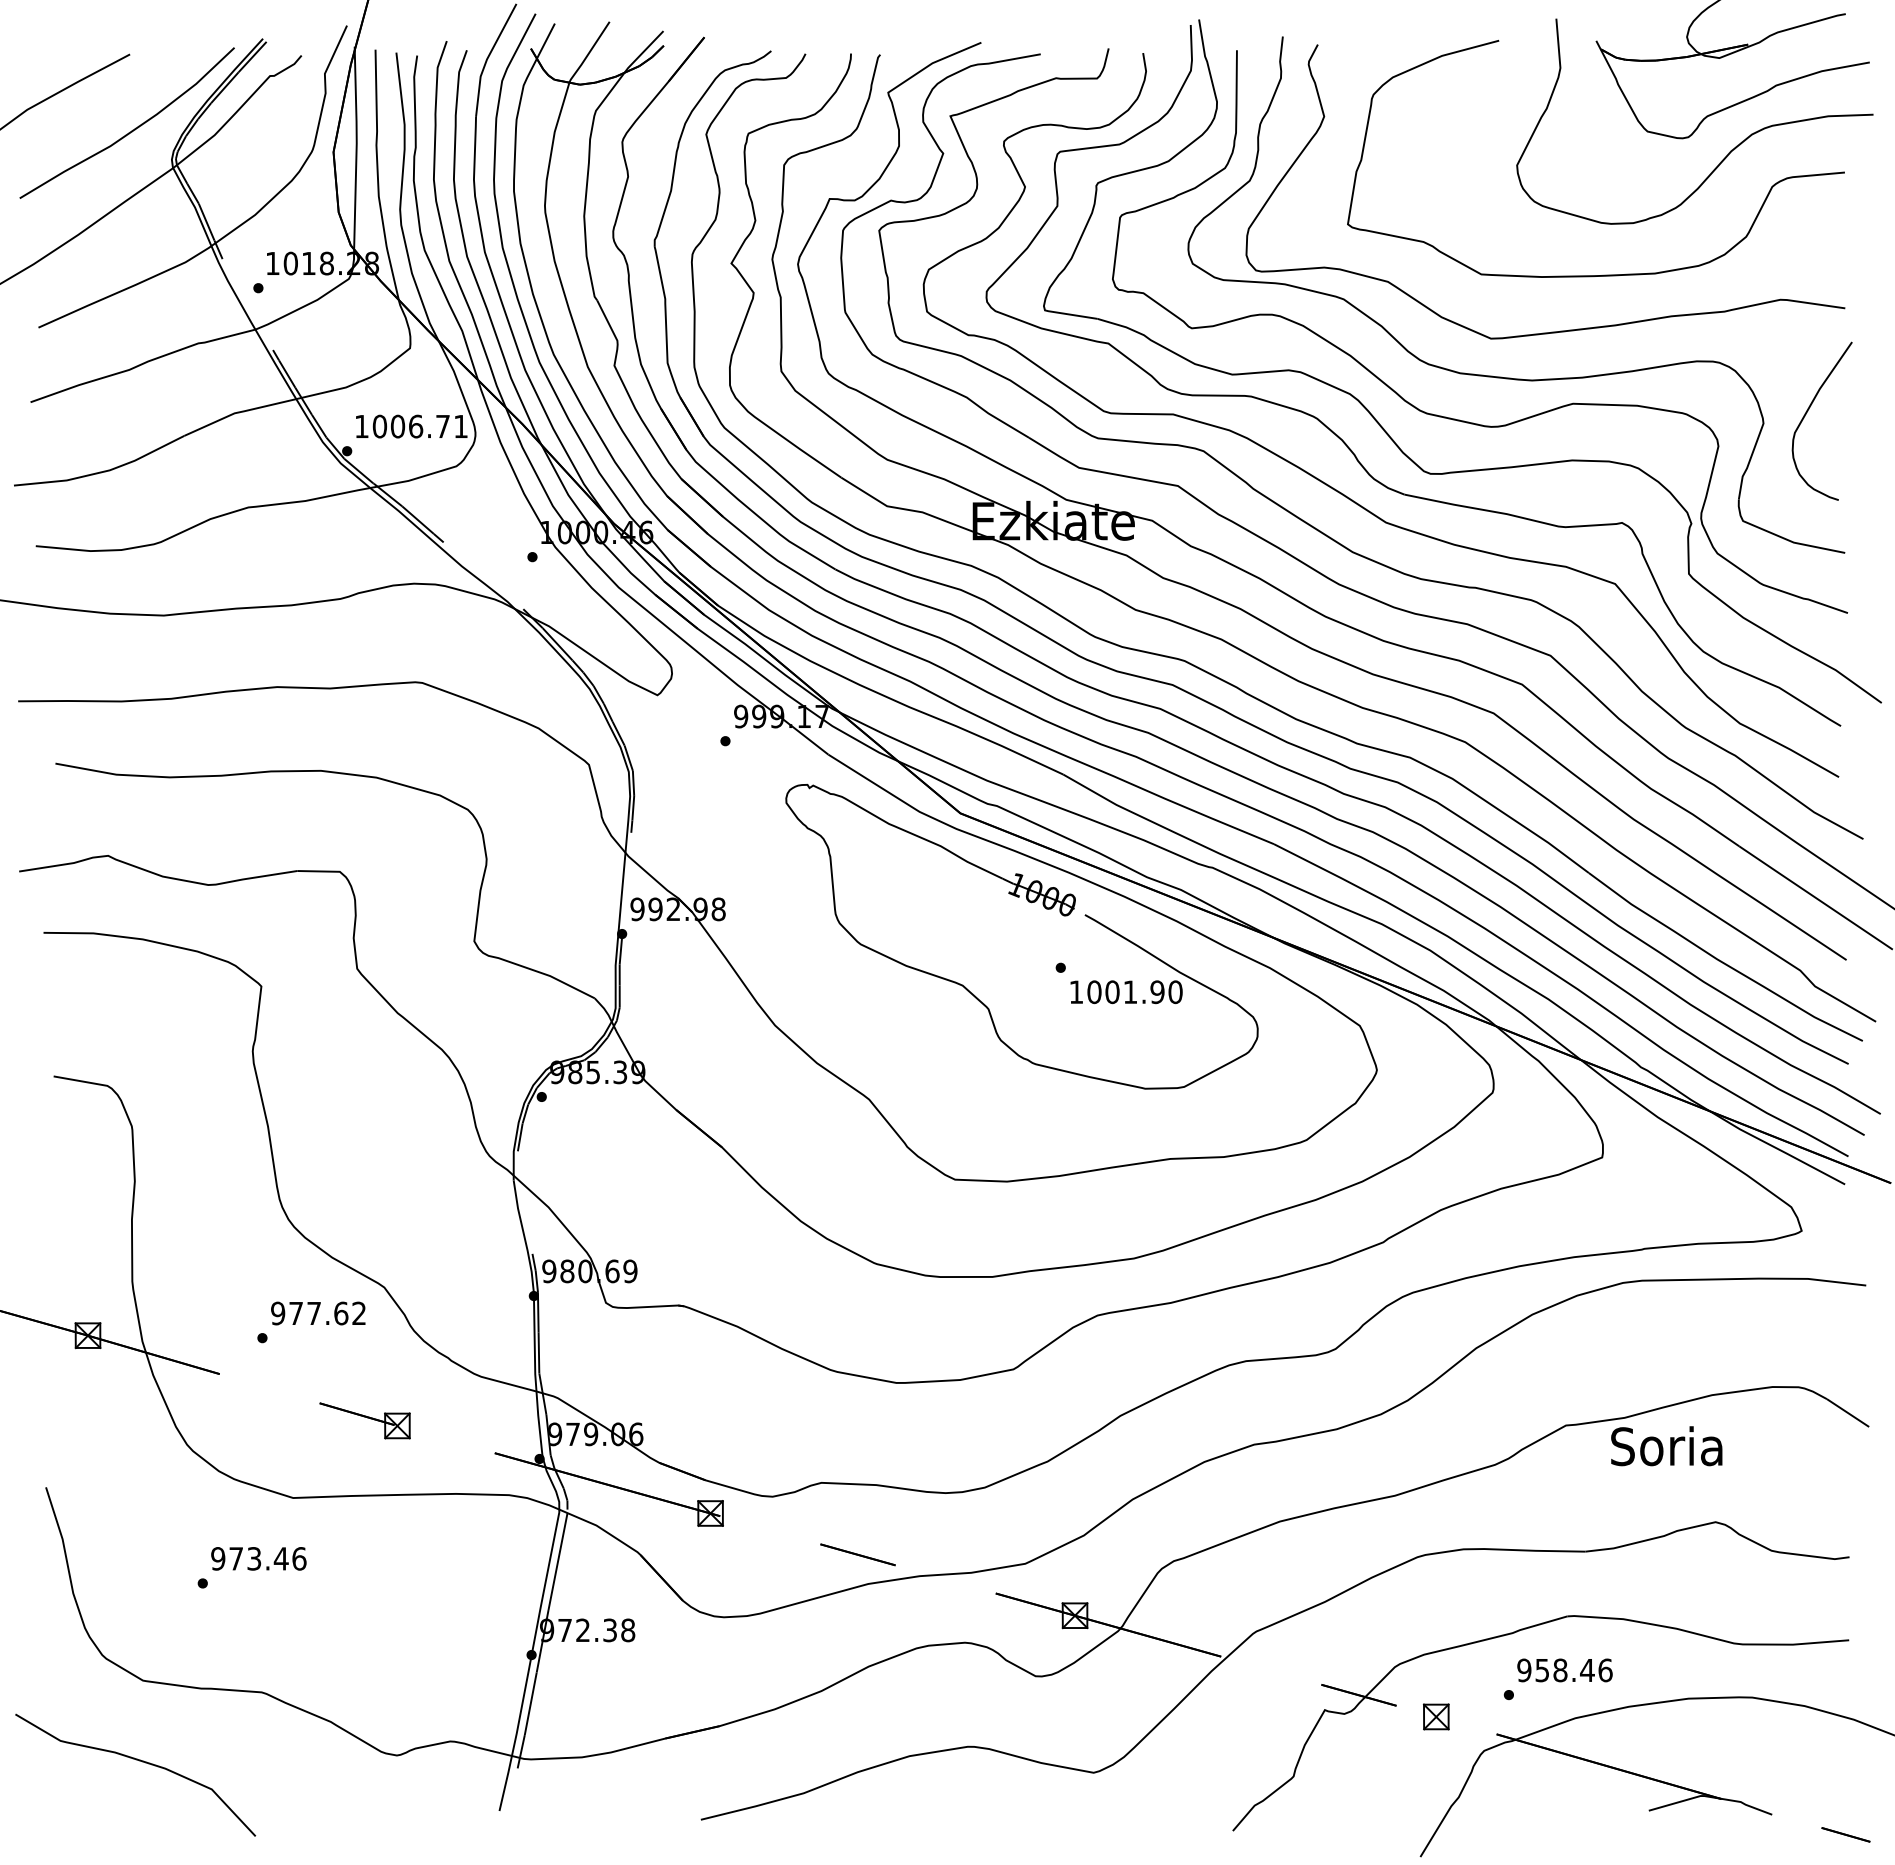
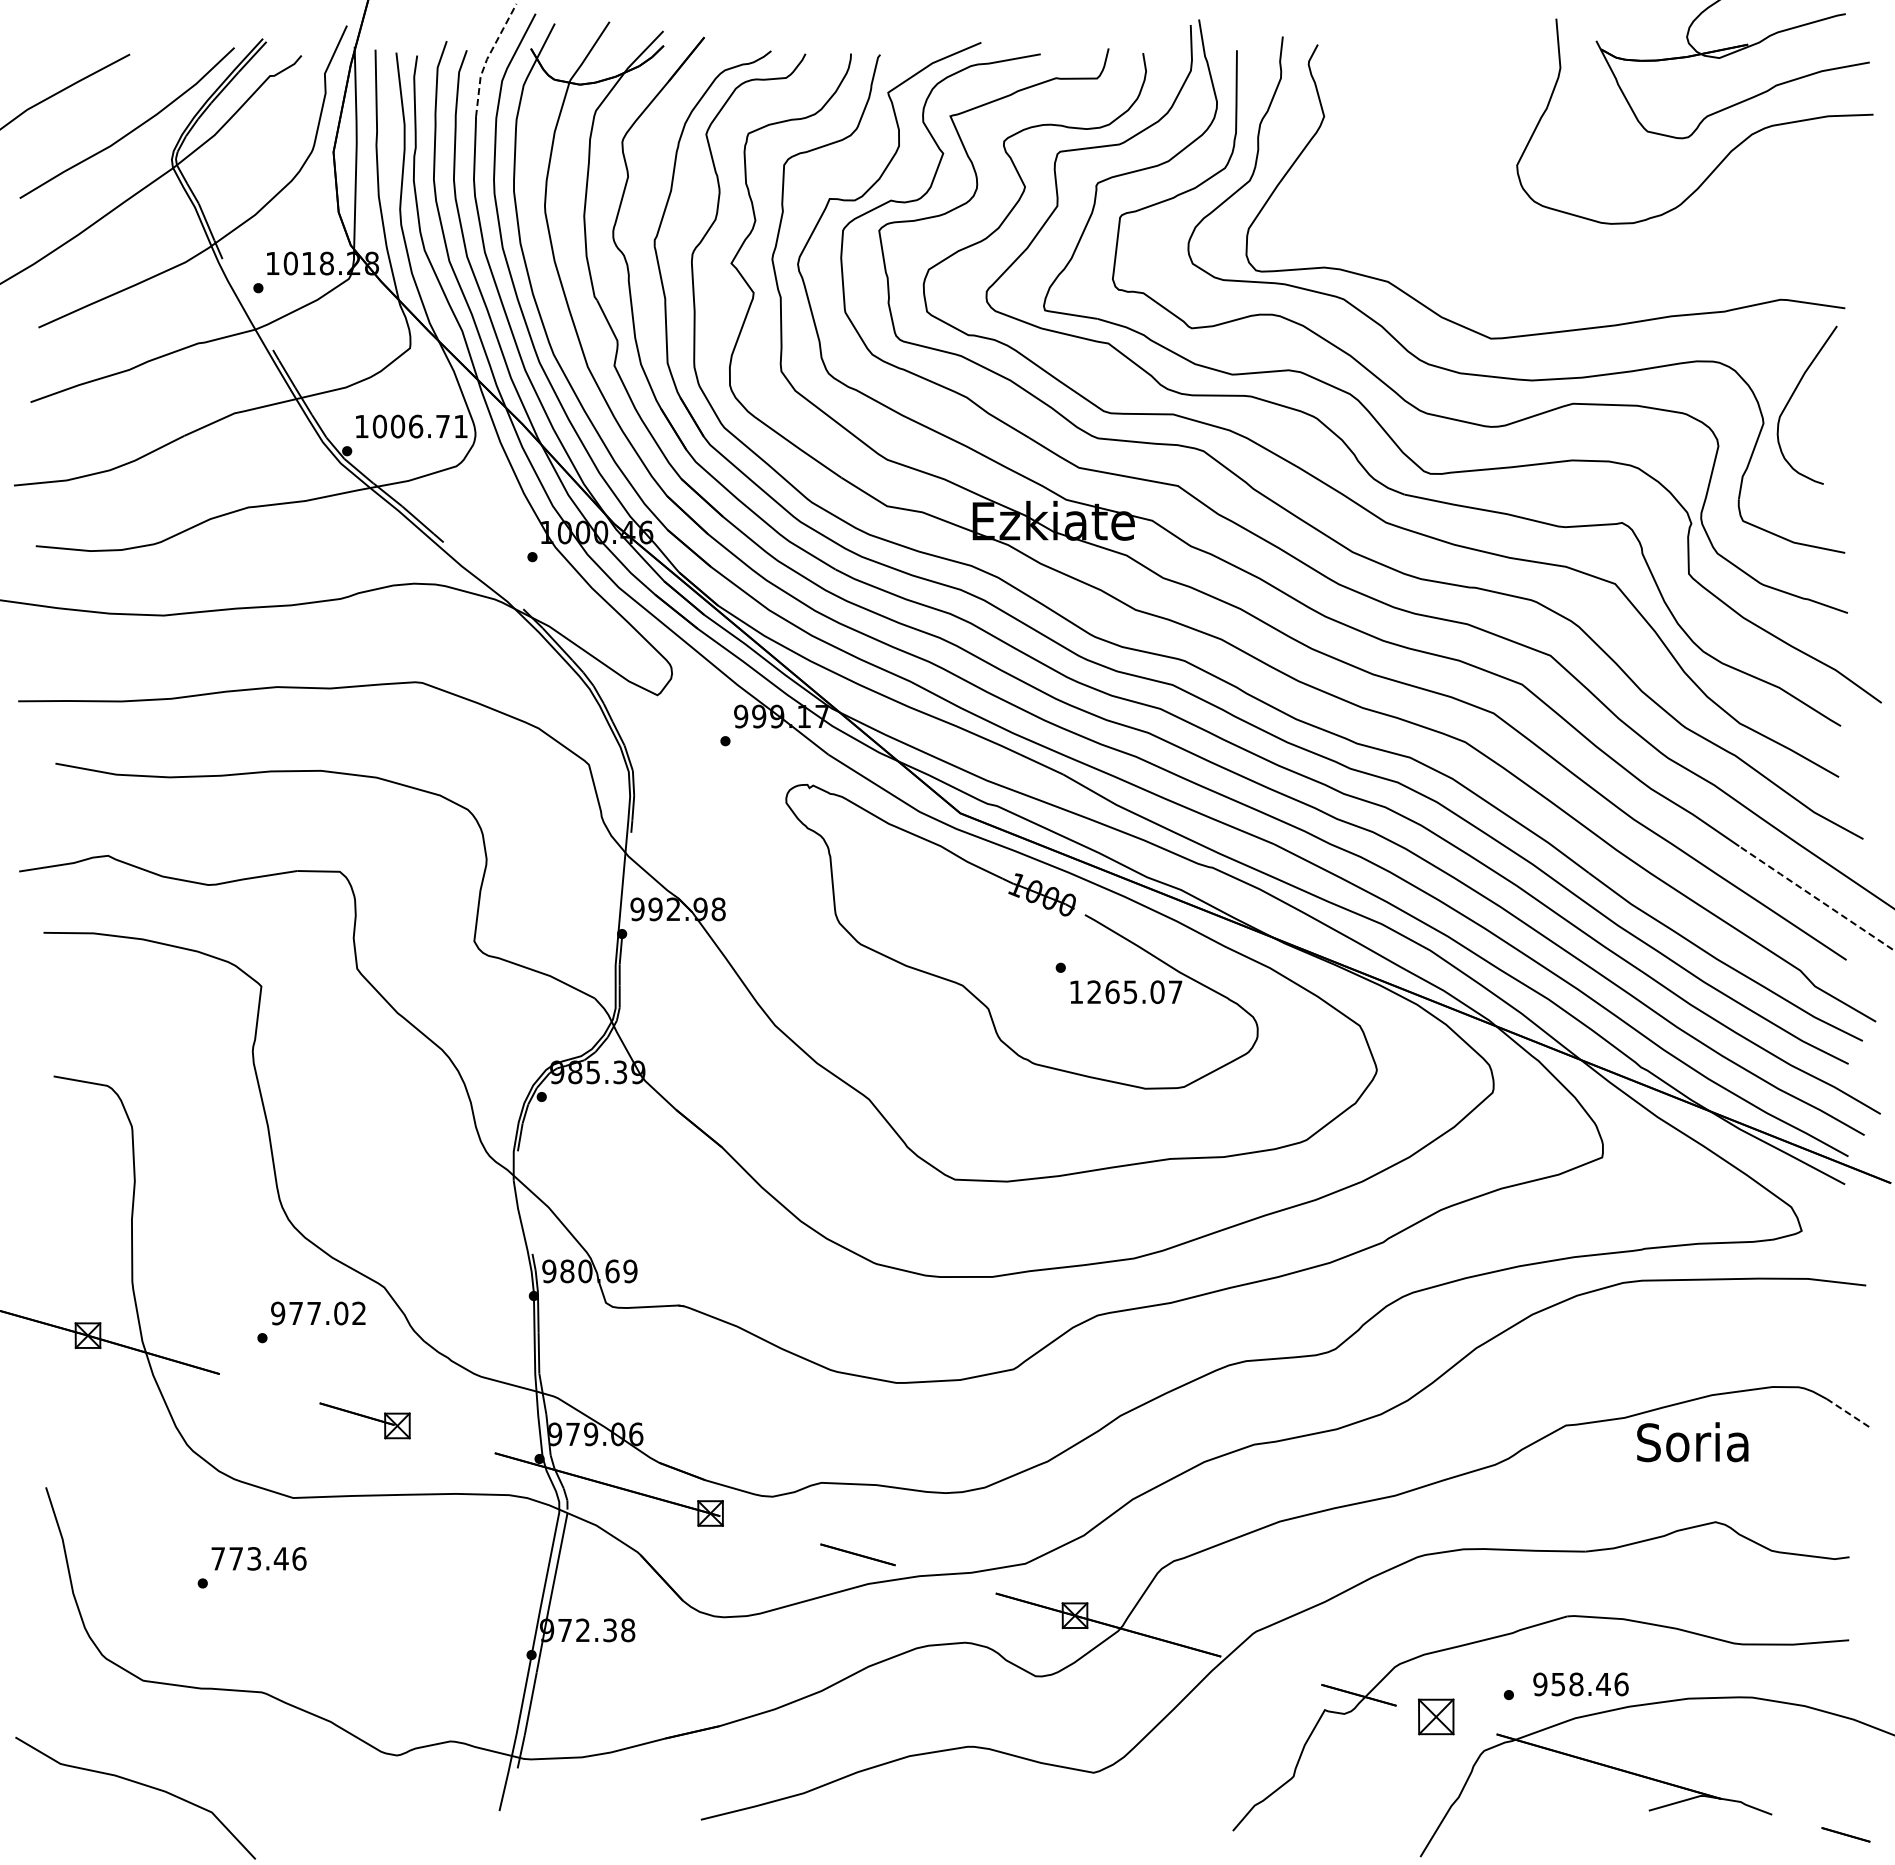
line at (487, 58): solid -> dashed
curve at (1603, 274): present -> none
curve at (1808, 411) position: (1808, 411) -> (1793, 395)
line at (1815, 897): solid -> dashed
text at (1134, 992): 1001.90 -> 1265.07
text at (341, 1313): 977.62 -> 977.02
line at (1847, 1412): solid -> dashed
text at (1666, 1446) position: (1666, 1446) -> (1692, 1442)
text at (218, 1558): 973.46 -> 773.46
text at (1564, 1670) position: (1564, 1670) -> (1580, 1684)
part at (1436, 1716) size: 27x28 px -> 37x38 px
curve at (139, 1761) position: (139, 1761) -> (139, 1784)
